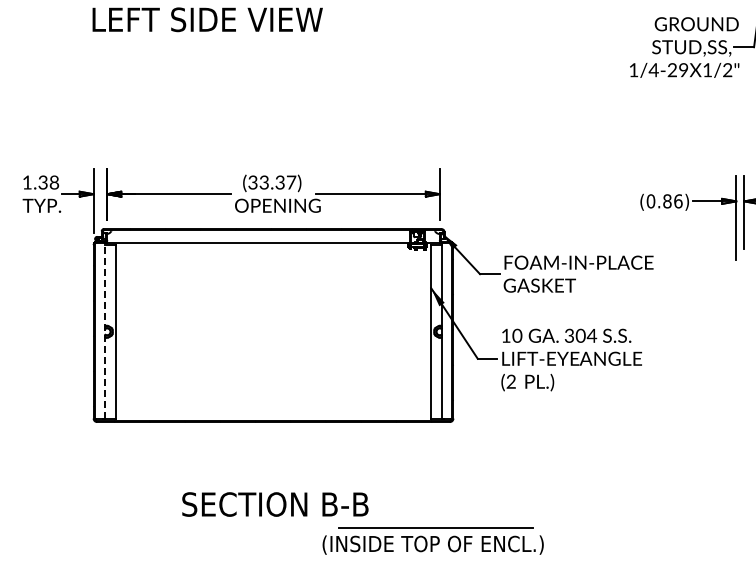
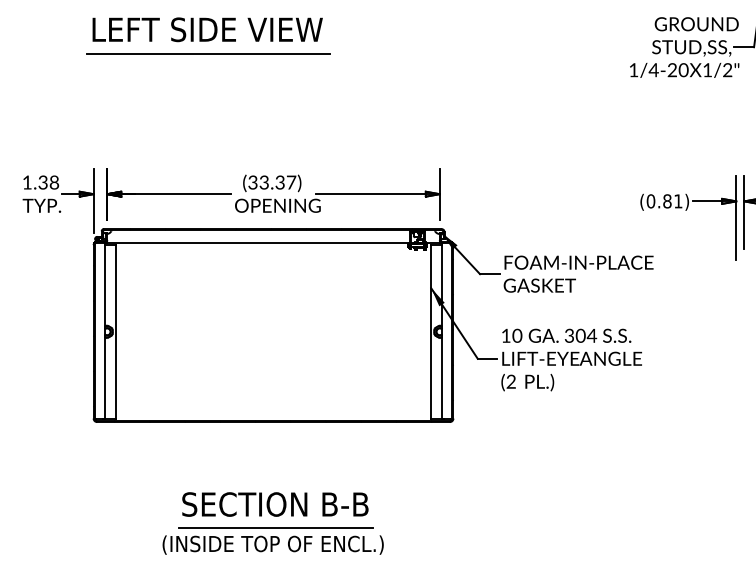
text at (207, 19) position: (207, 19) -> (207, 29)
line at (208, 53): none -> present
text at (683, 70): 1/4-29X1/2" -> 1/4-20X1/2"
text at (678, 201): (0.86) -> (0.81)
line at (104, 330): dashed -> solid
part at (432, 540) position: (432, 540) -> (272, 540)
